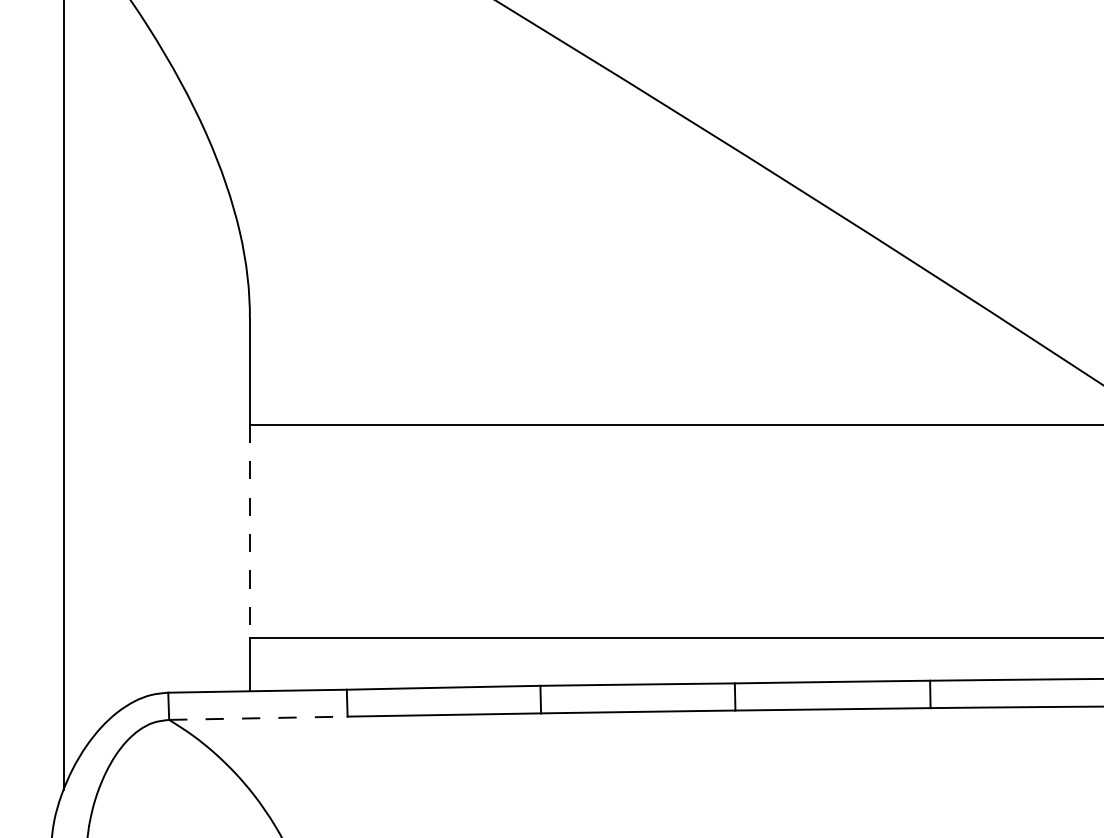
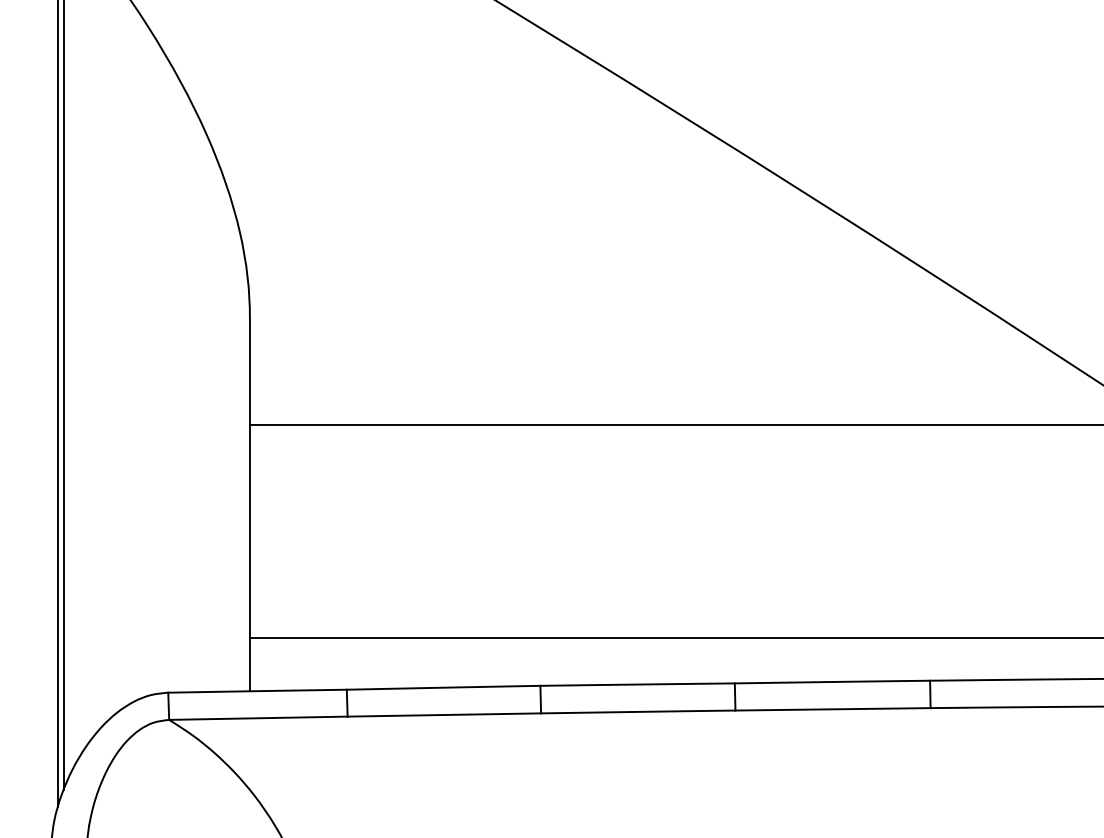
line at (58, 404): none -> present
line at (249, 531): dashed -> solid
line at (258, 718): dashed -> solid
